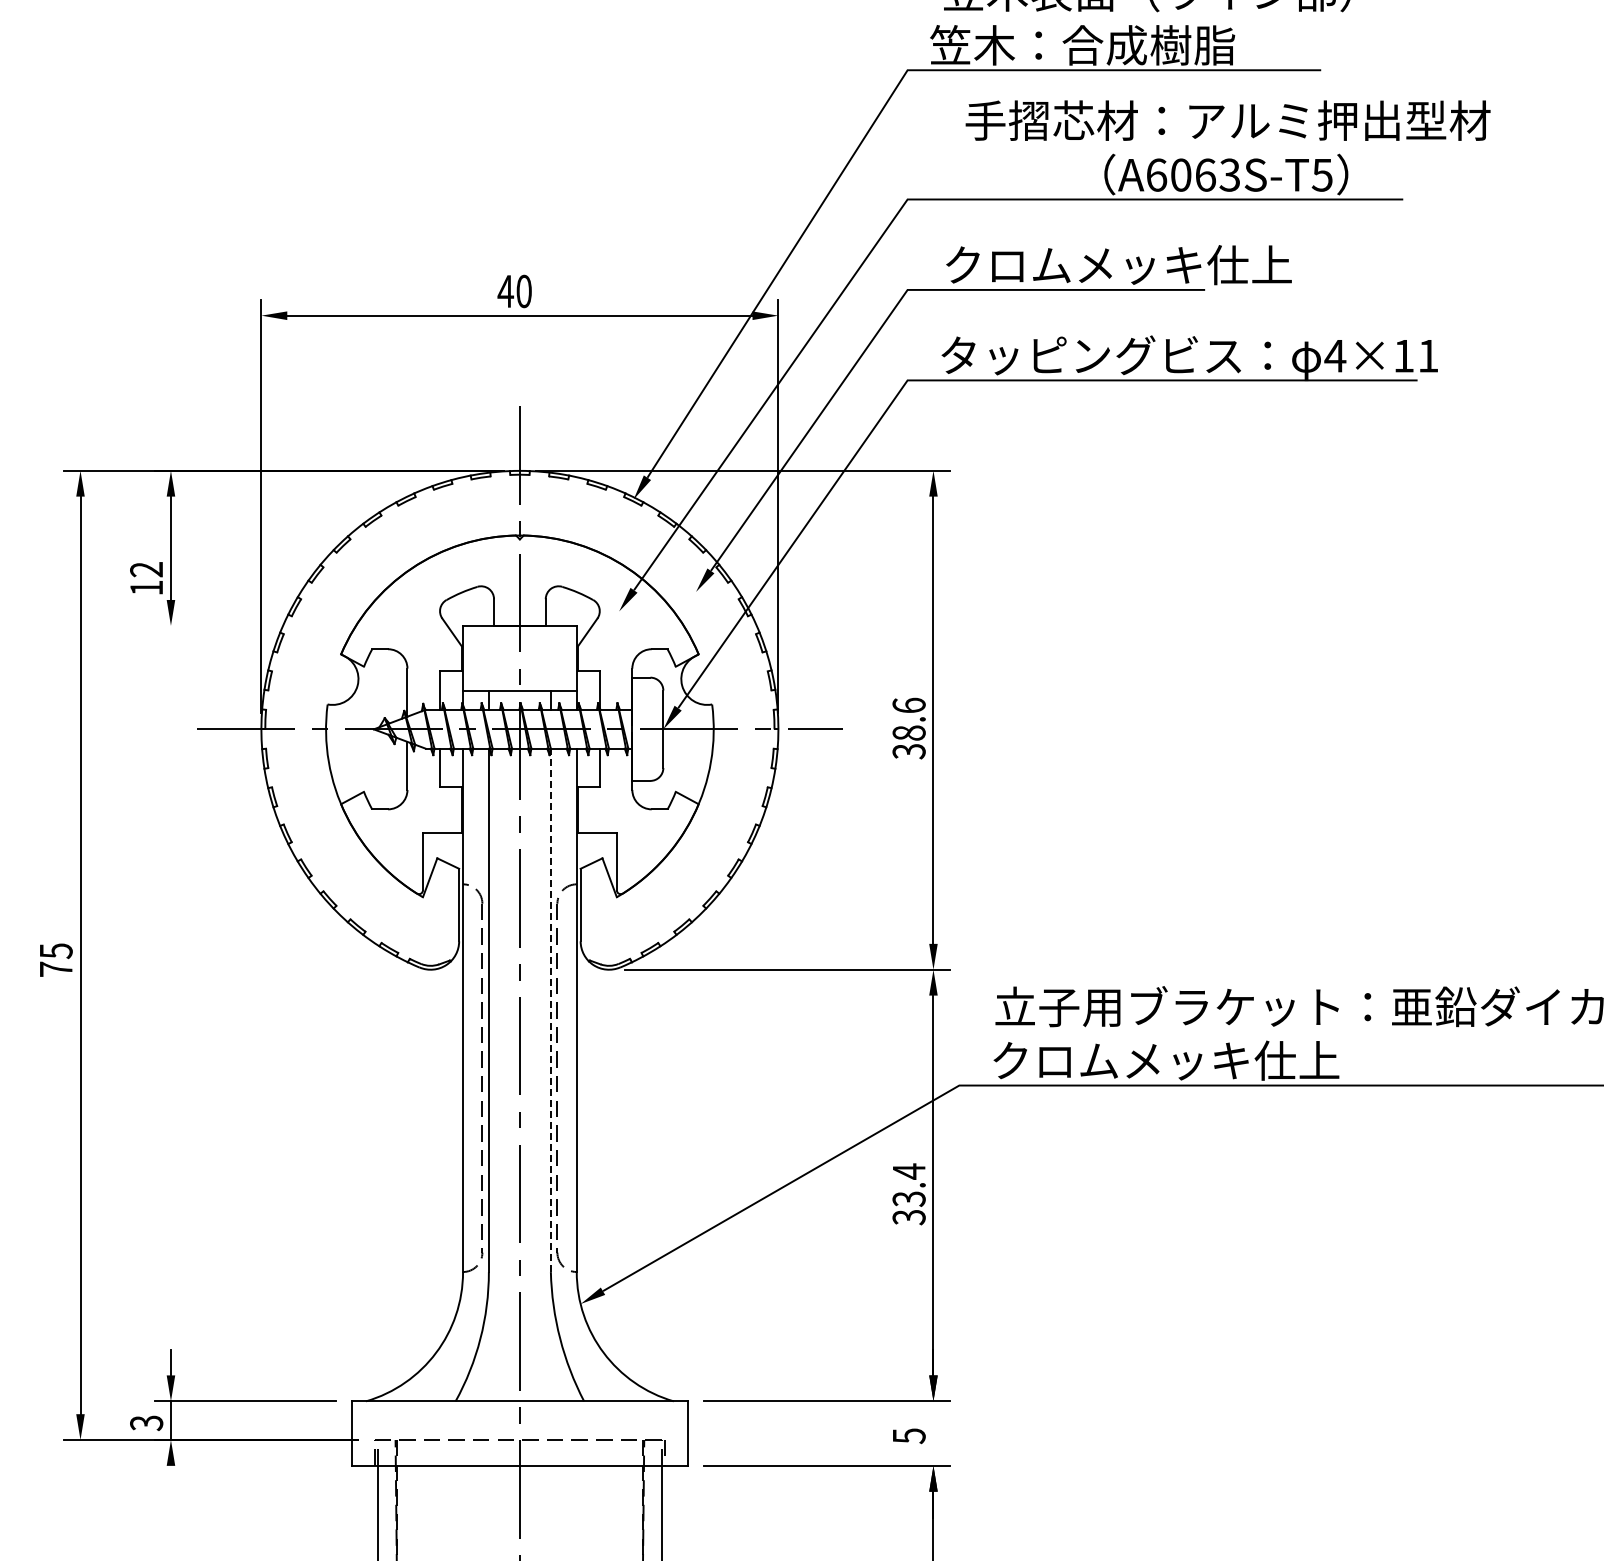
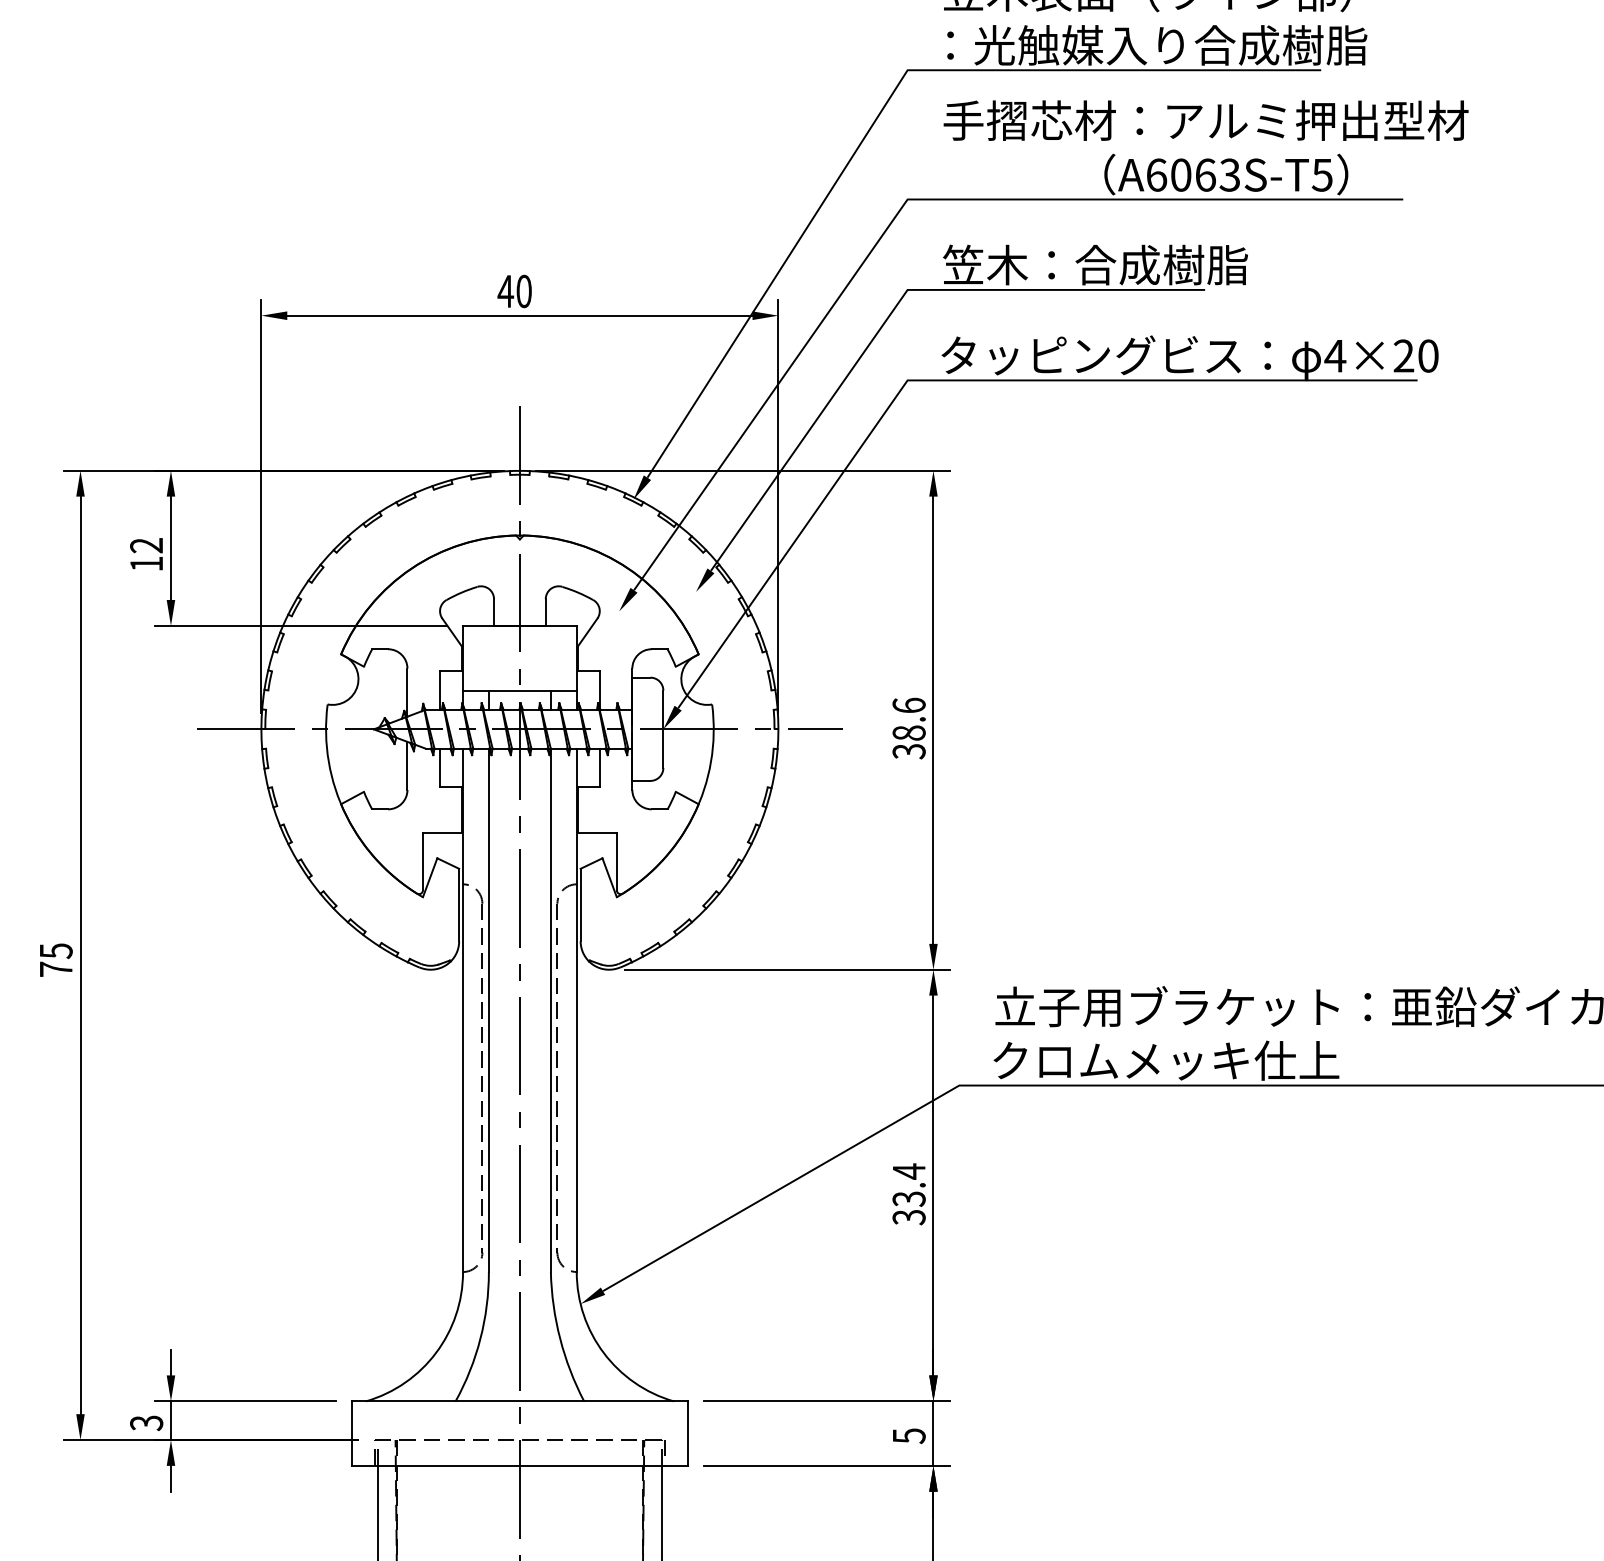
text at (1148, 45): 笠木：合成樹脂 -> ：光触媒入り合成樹脂
text at (1227, 120) position: (1227, 120) -> (1205, 120)
text at (1117, 264): クロムメッキ仕上 -> 笠木：合成樹脂
text at (1415, 355): 4×11 -> 4×20
text at (146, 578) position: (146, 578) -> (146, 554)
line at (300, 625): none -> present
line at (550, 1010): dashed -> solid
line at (933, 1433): none -> present
line at (170, 1478): none -> present
